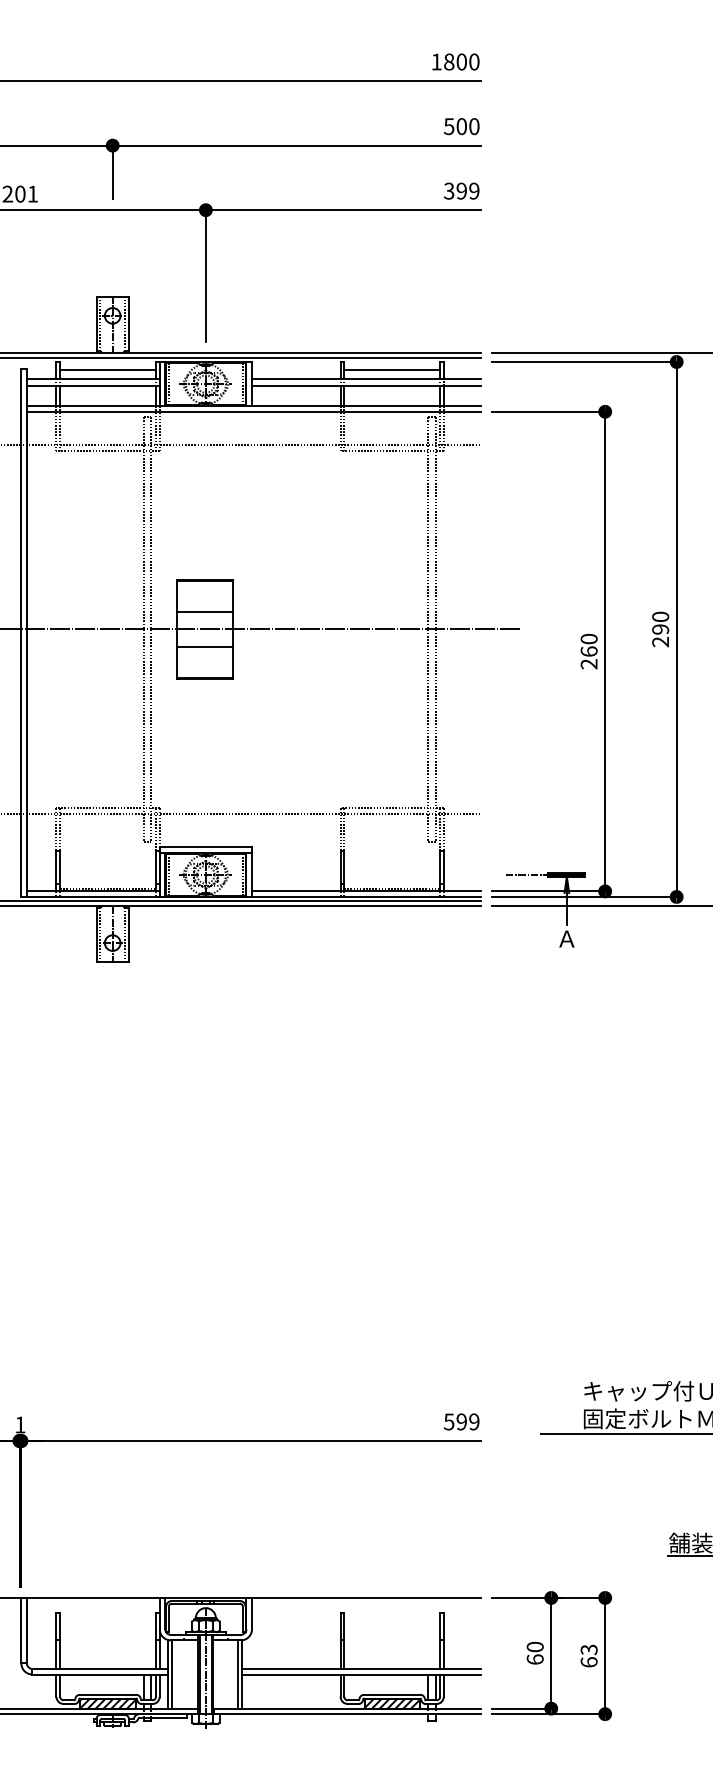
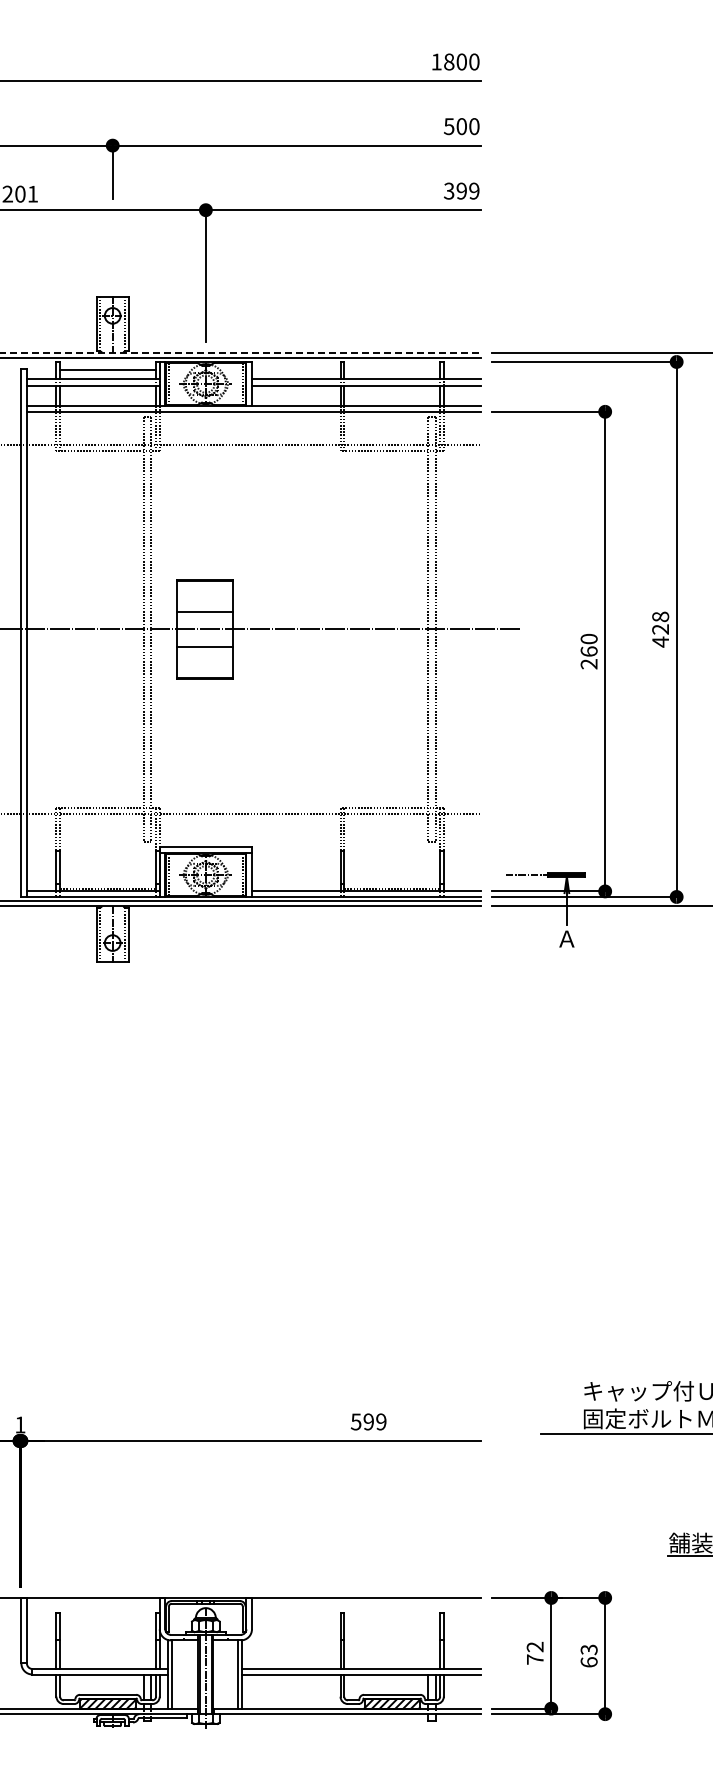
line at (240, 352): solid -> dashed
line at (392, 370): present -> none
text at (660, 629): 290 -> 428
text at (461, 1421) position: (461, 1421) -> (368, 1421)
text at (534, 1652): 60 -> 72
